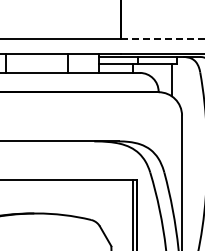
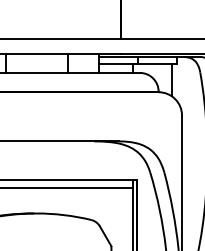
line at (163, 39): dashed -> solid
line at (67, 188): none -> present
